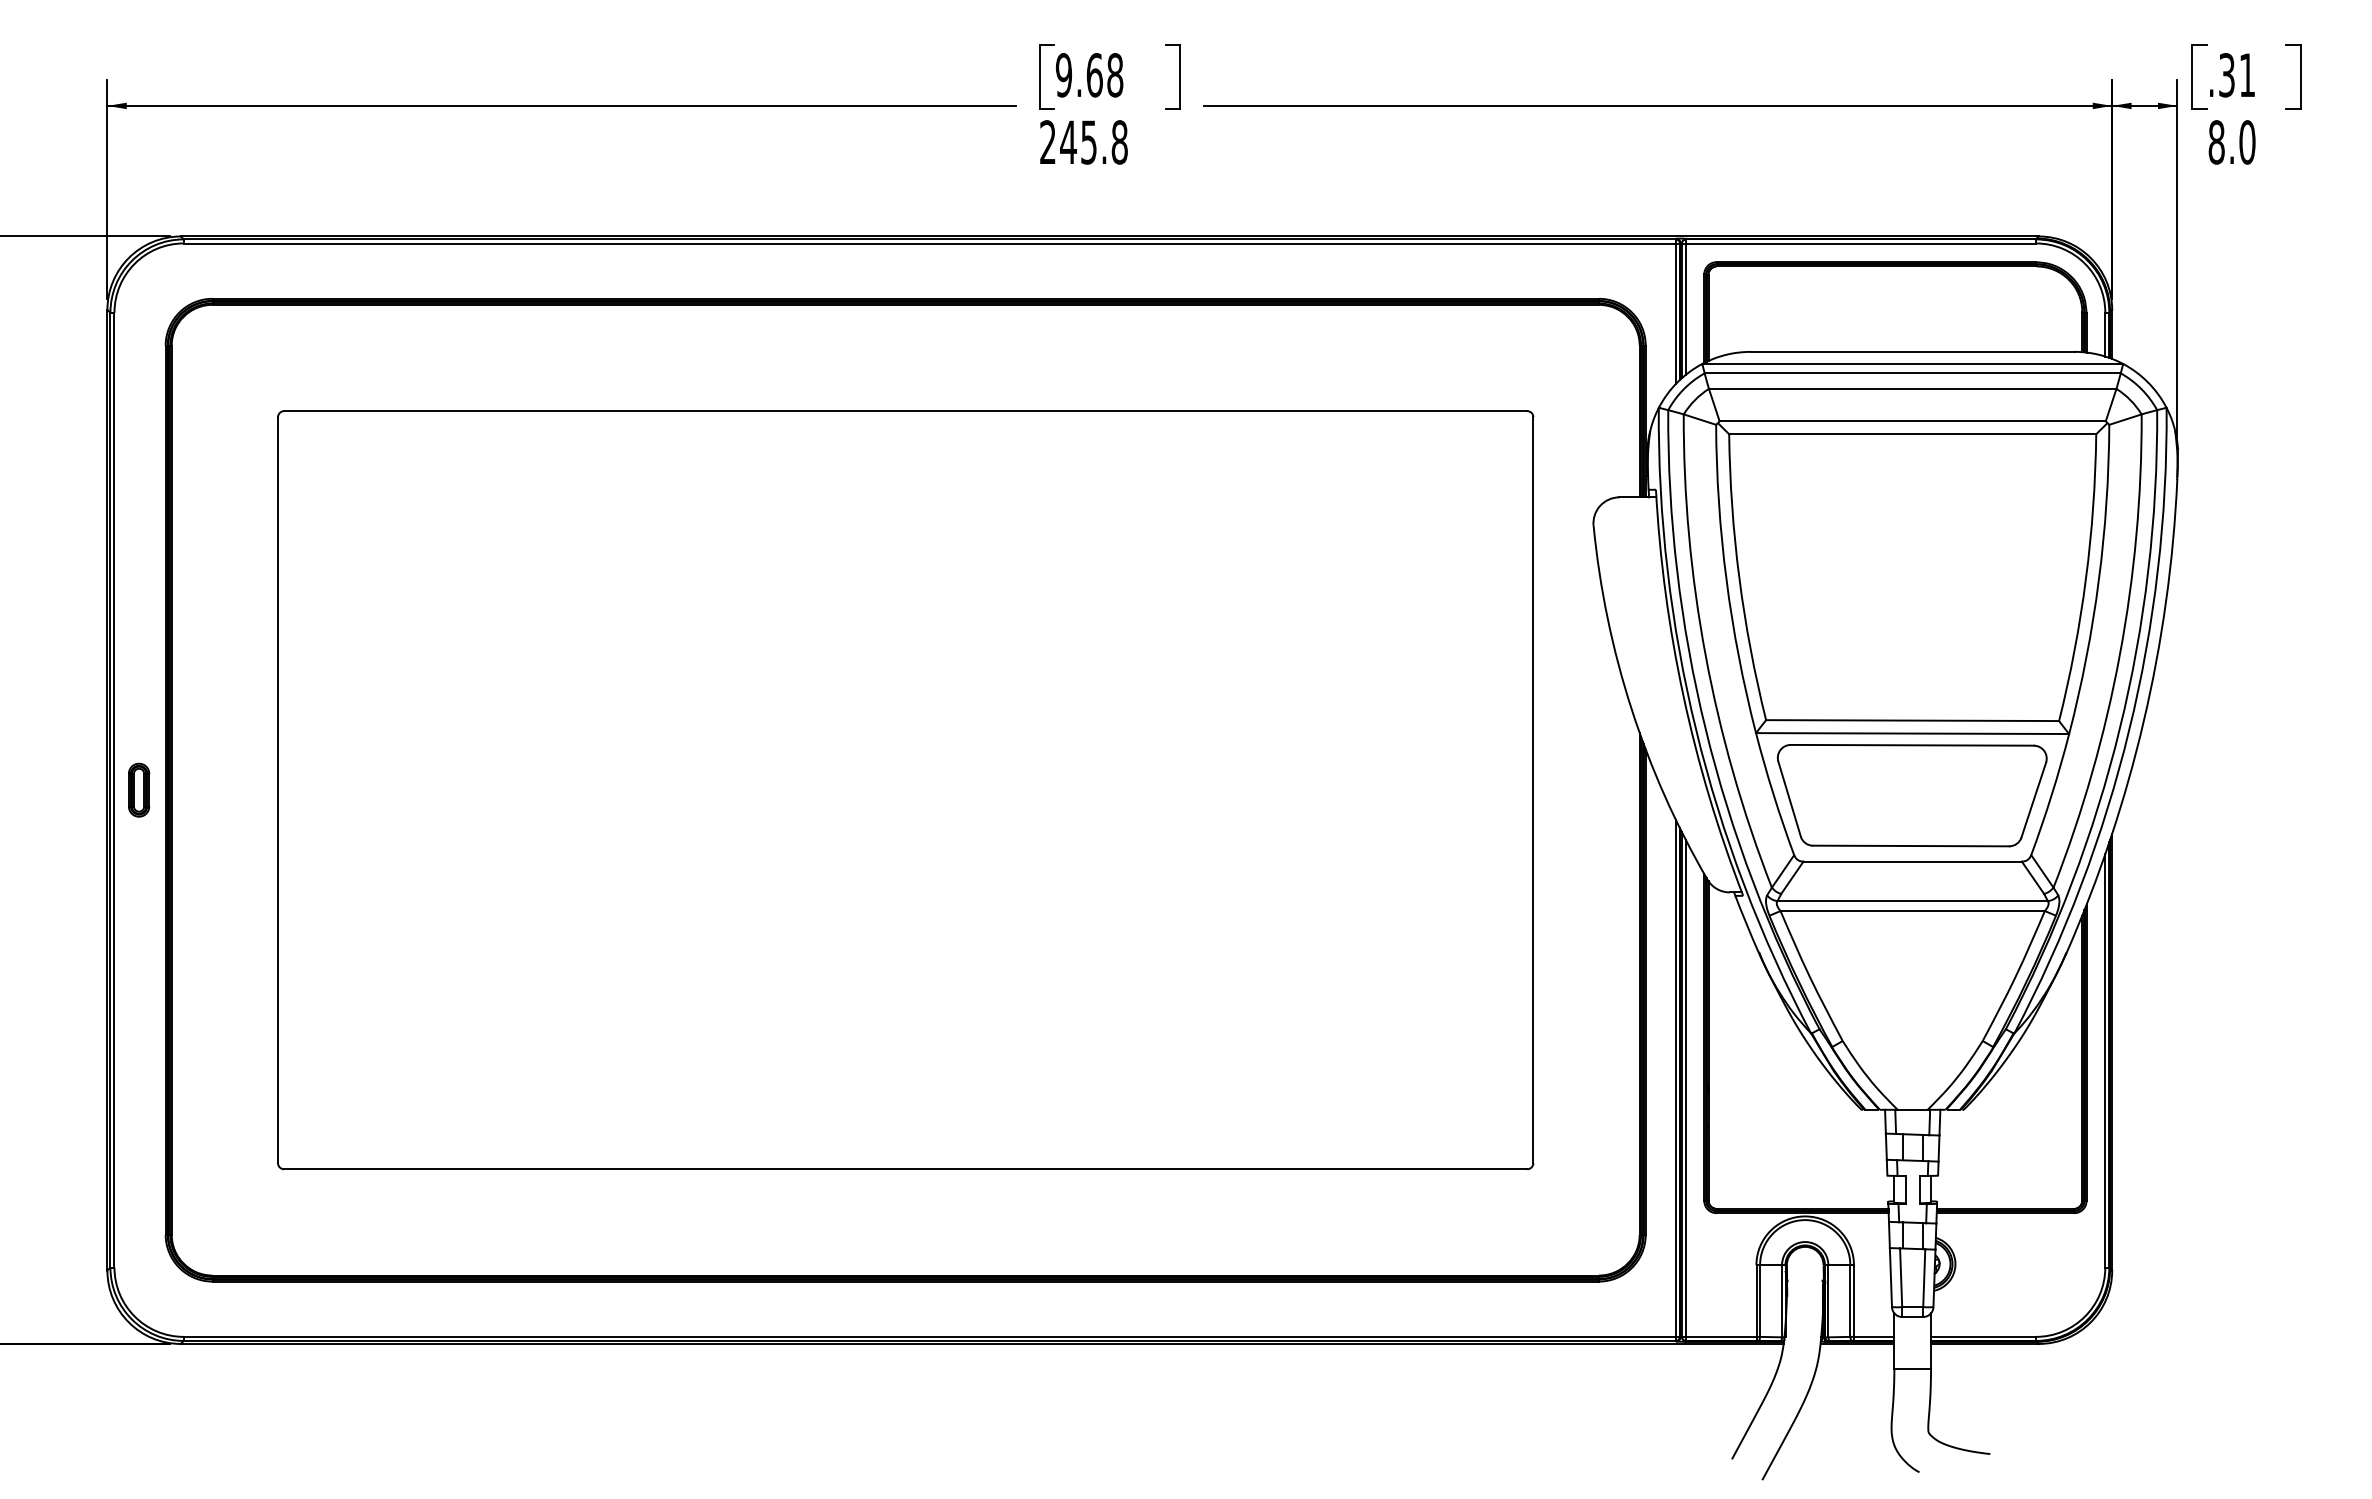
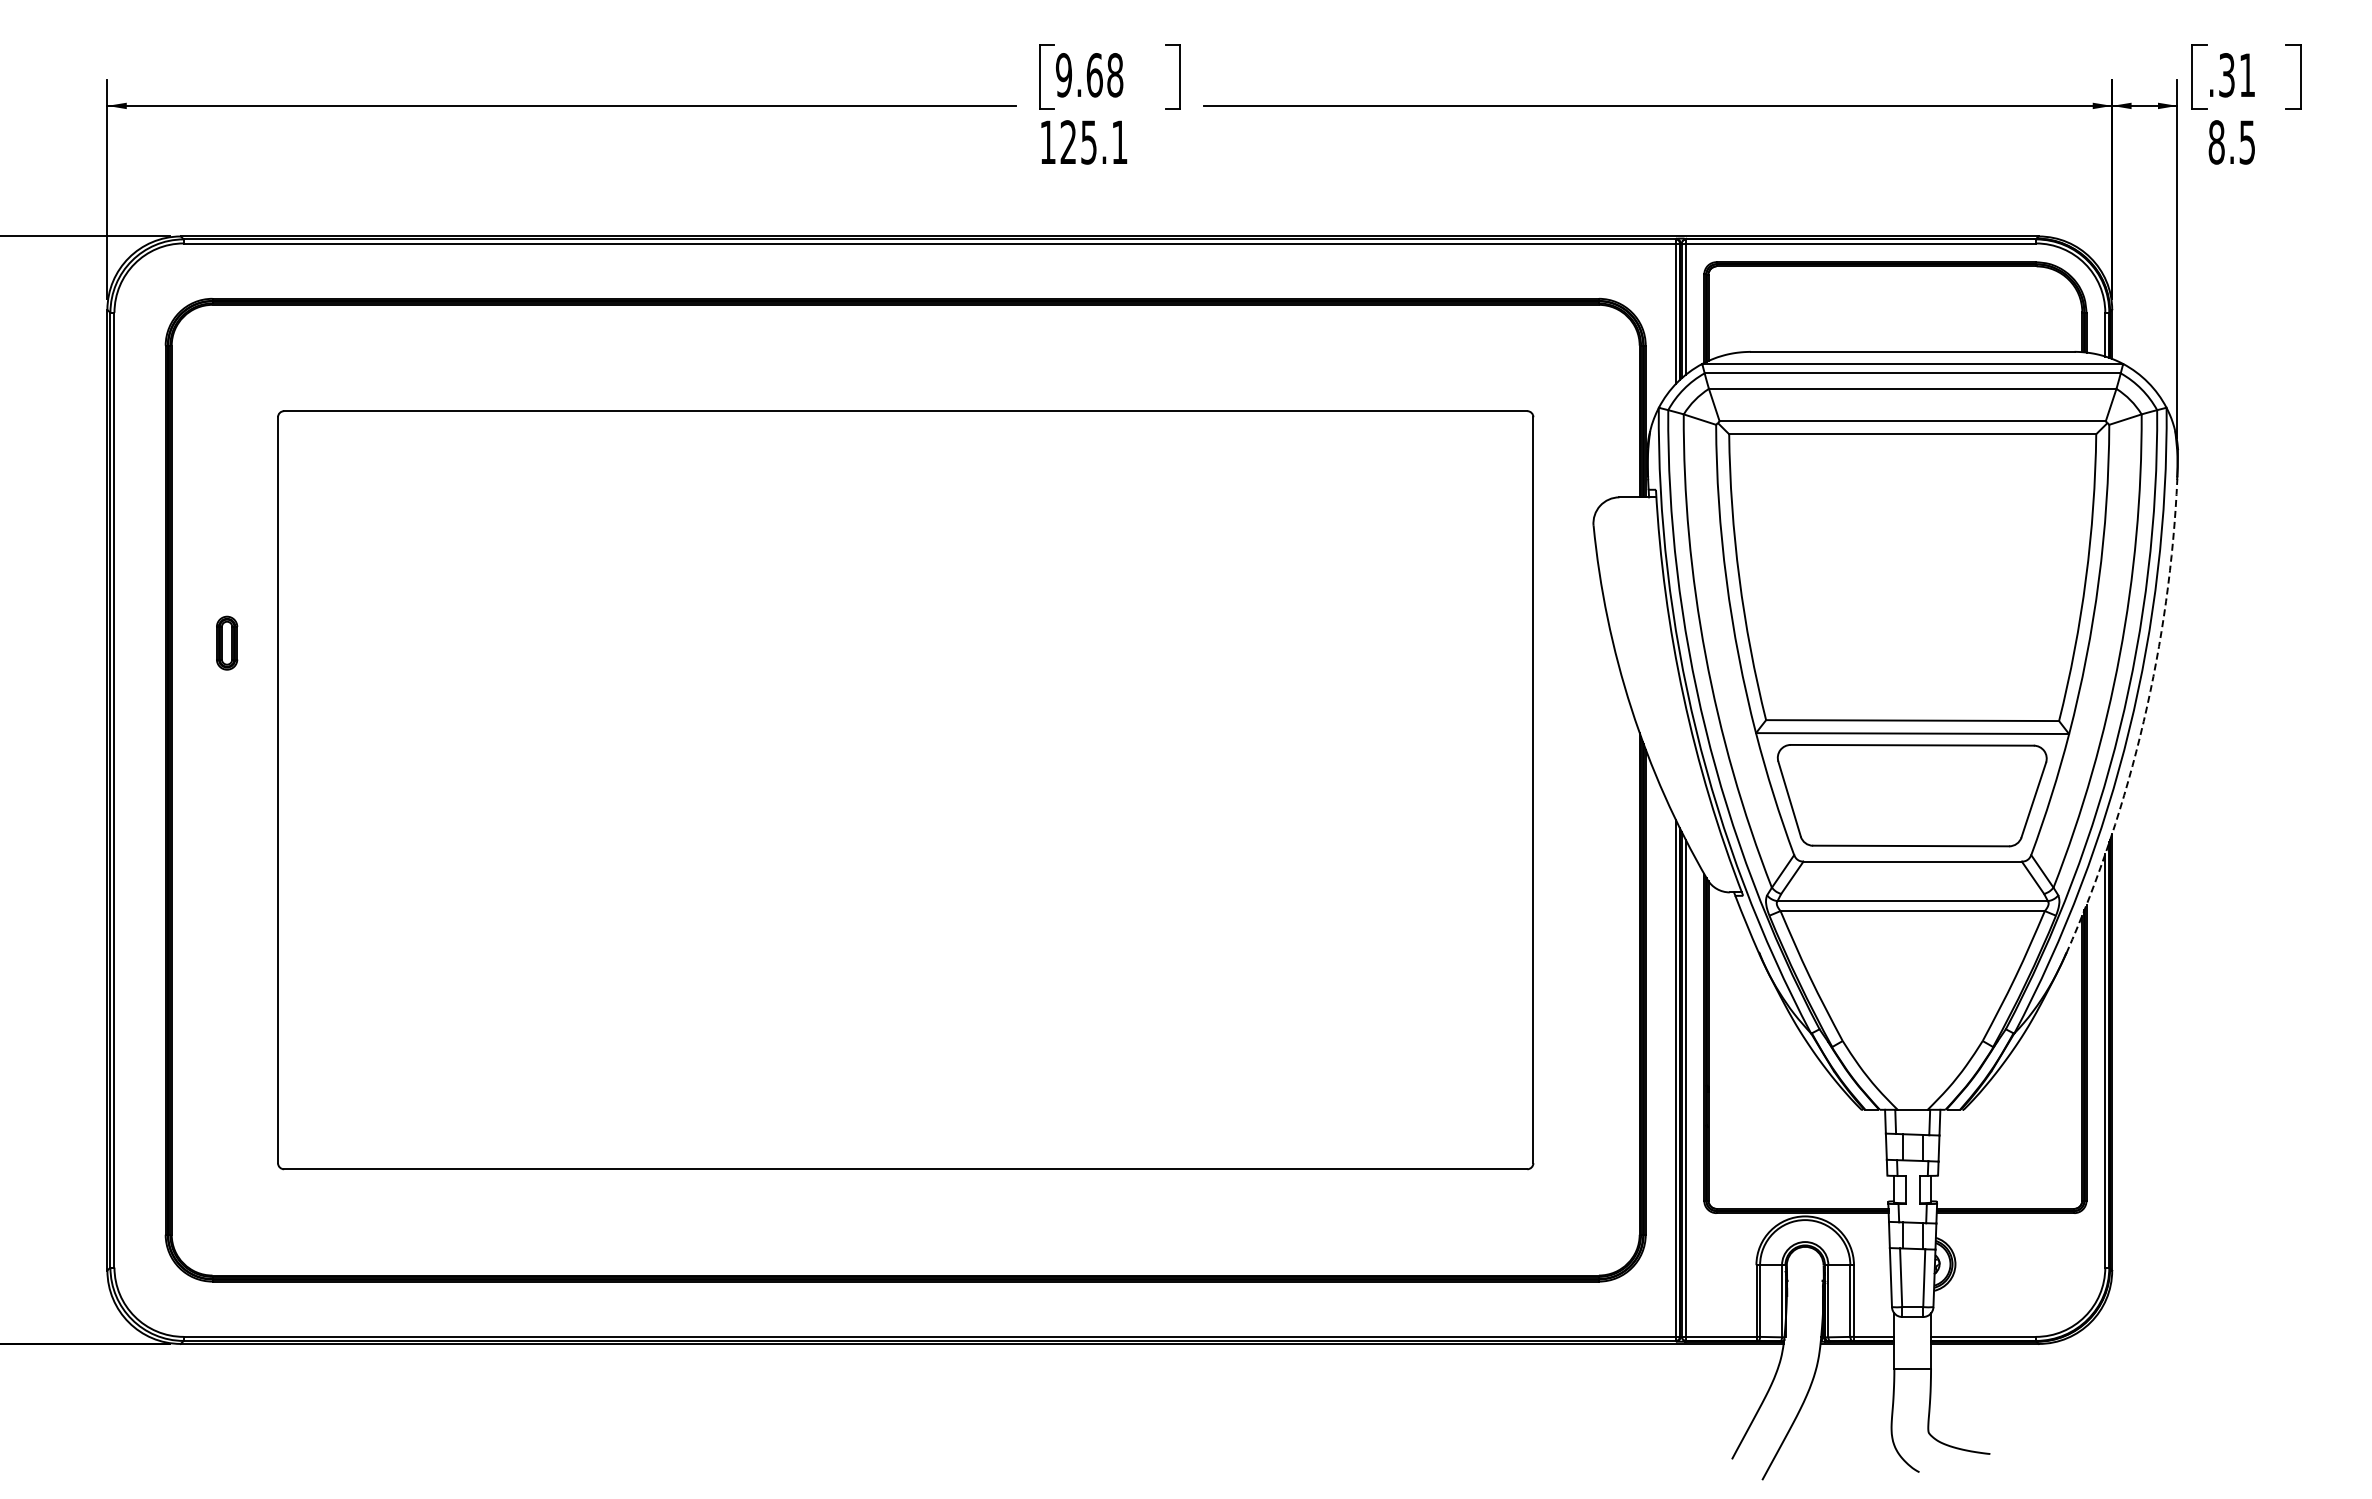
text at (1083, 142): 245.8 -> 125.1
text at (2247, 142): 8.0 -> 8.5
arc at (2143, 721): solid -> dashed
part at (139, 789) position: (139, 789) -> (227, 642)
